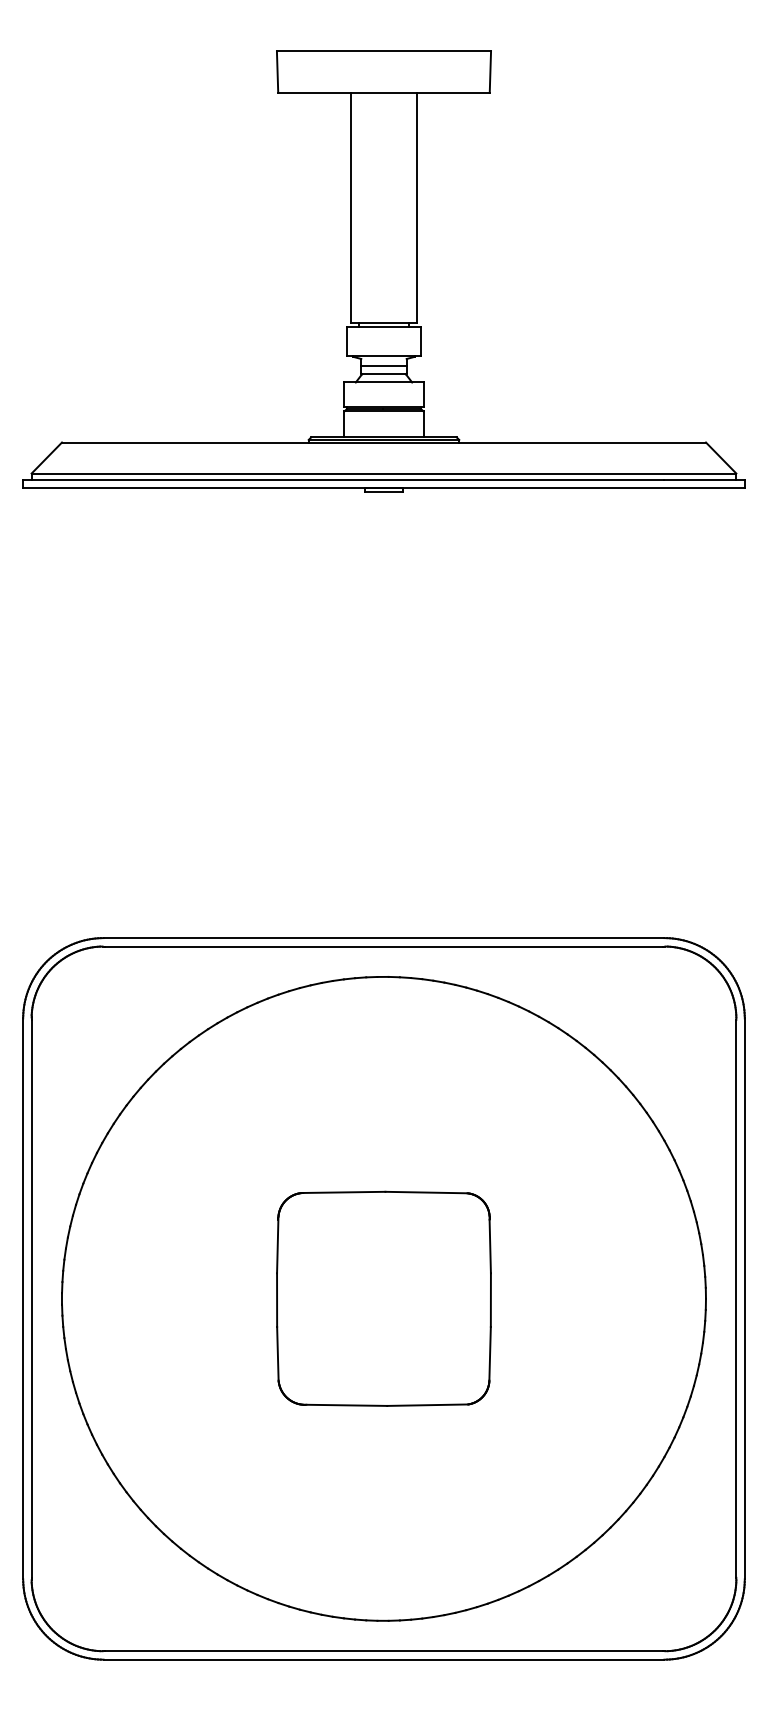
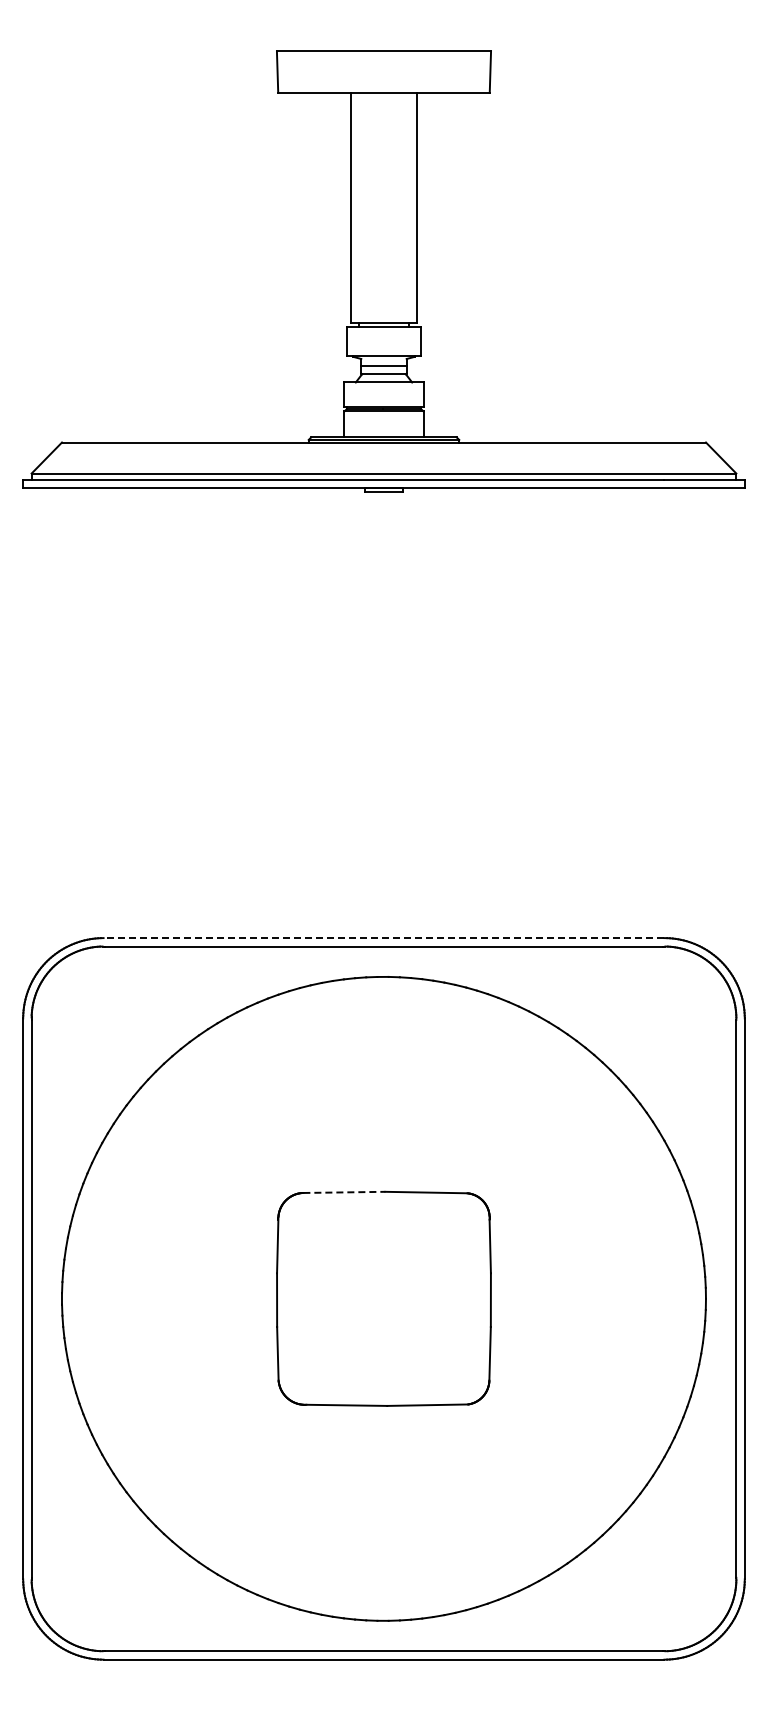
line at (383, 938): solid -> dashed
line at (344, 1192): solid -> dashed
